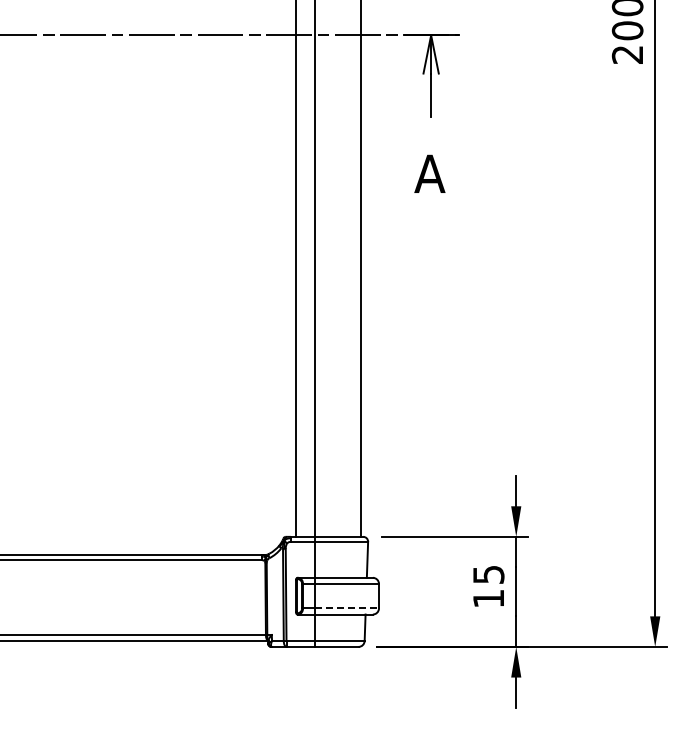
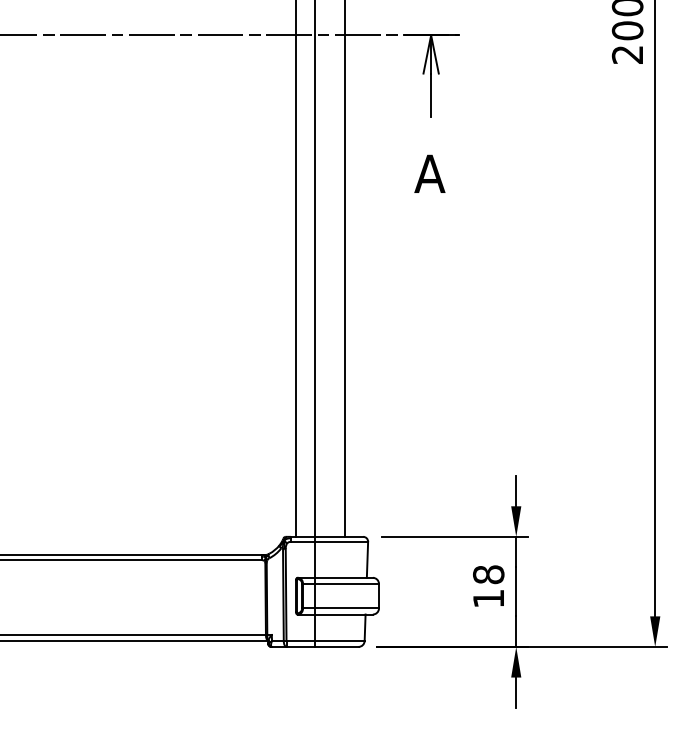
line at (361, 269) position: (361, 269) -> (345, 269)
text at (488, 574): 15 -> 18
line at (347, 608): dashed -> solid
